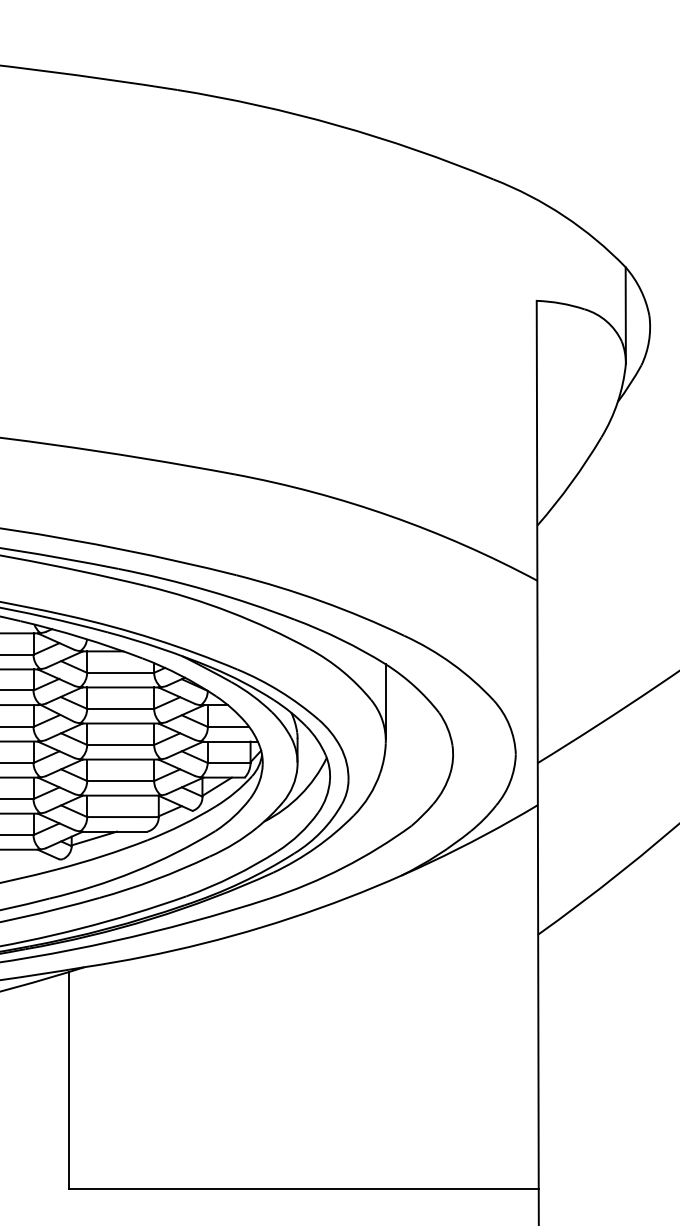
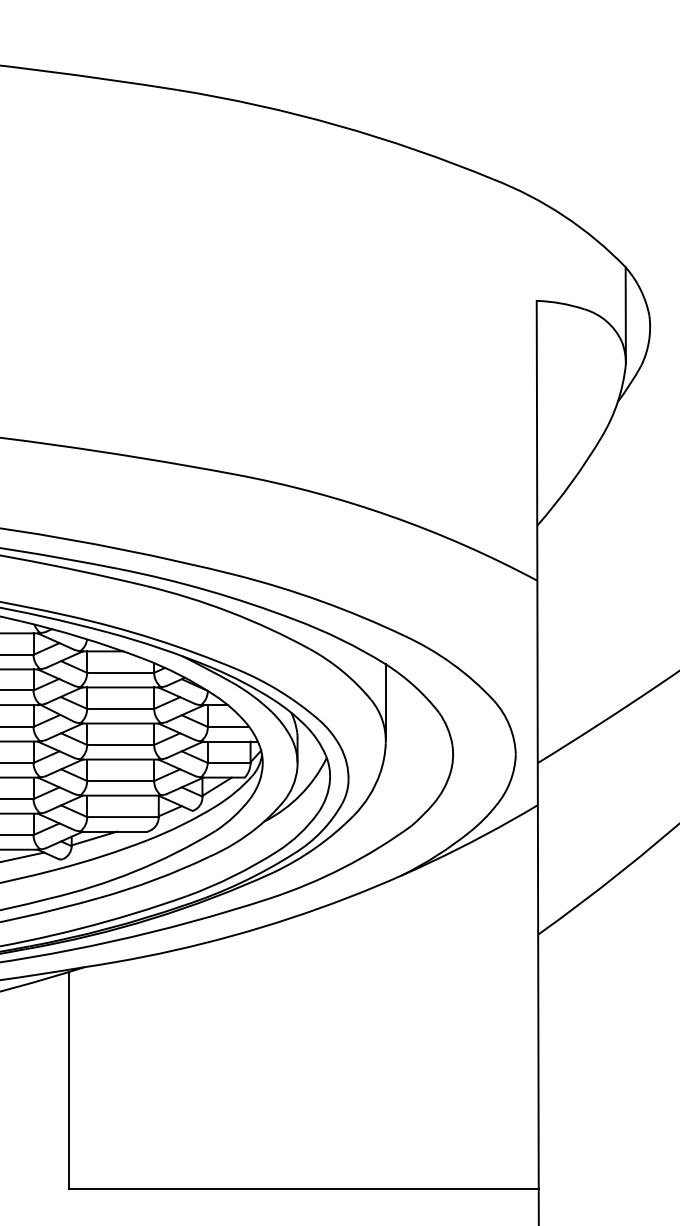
line at (23, 856): none -> present
